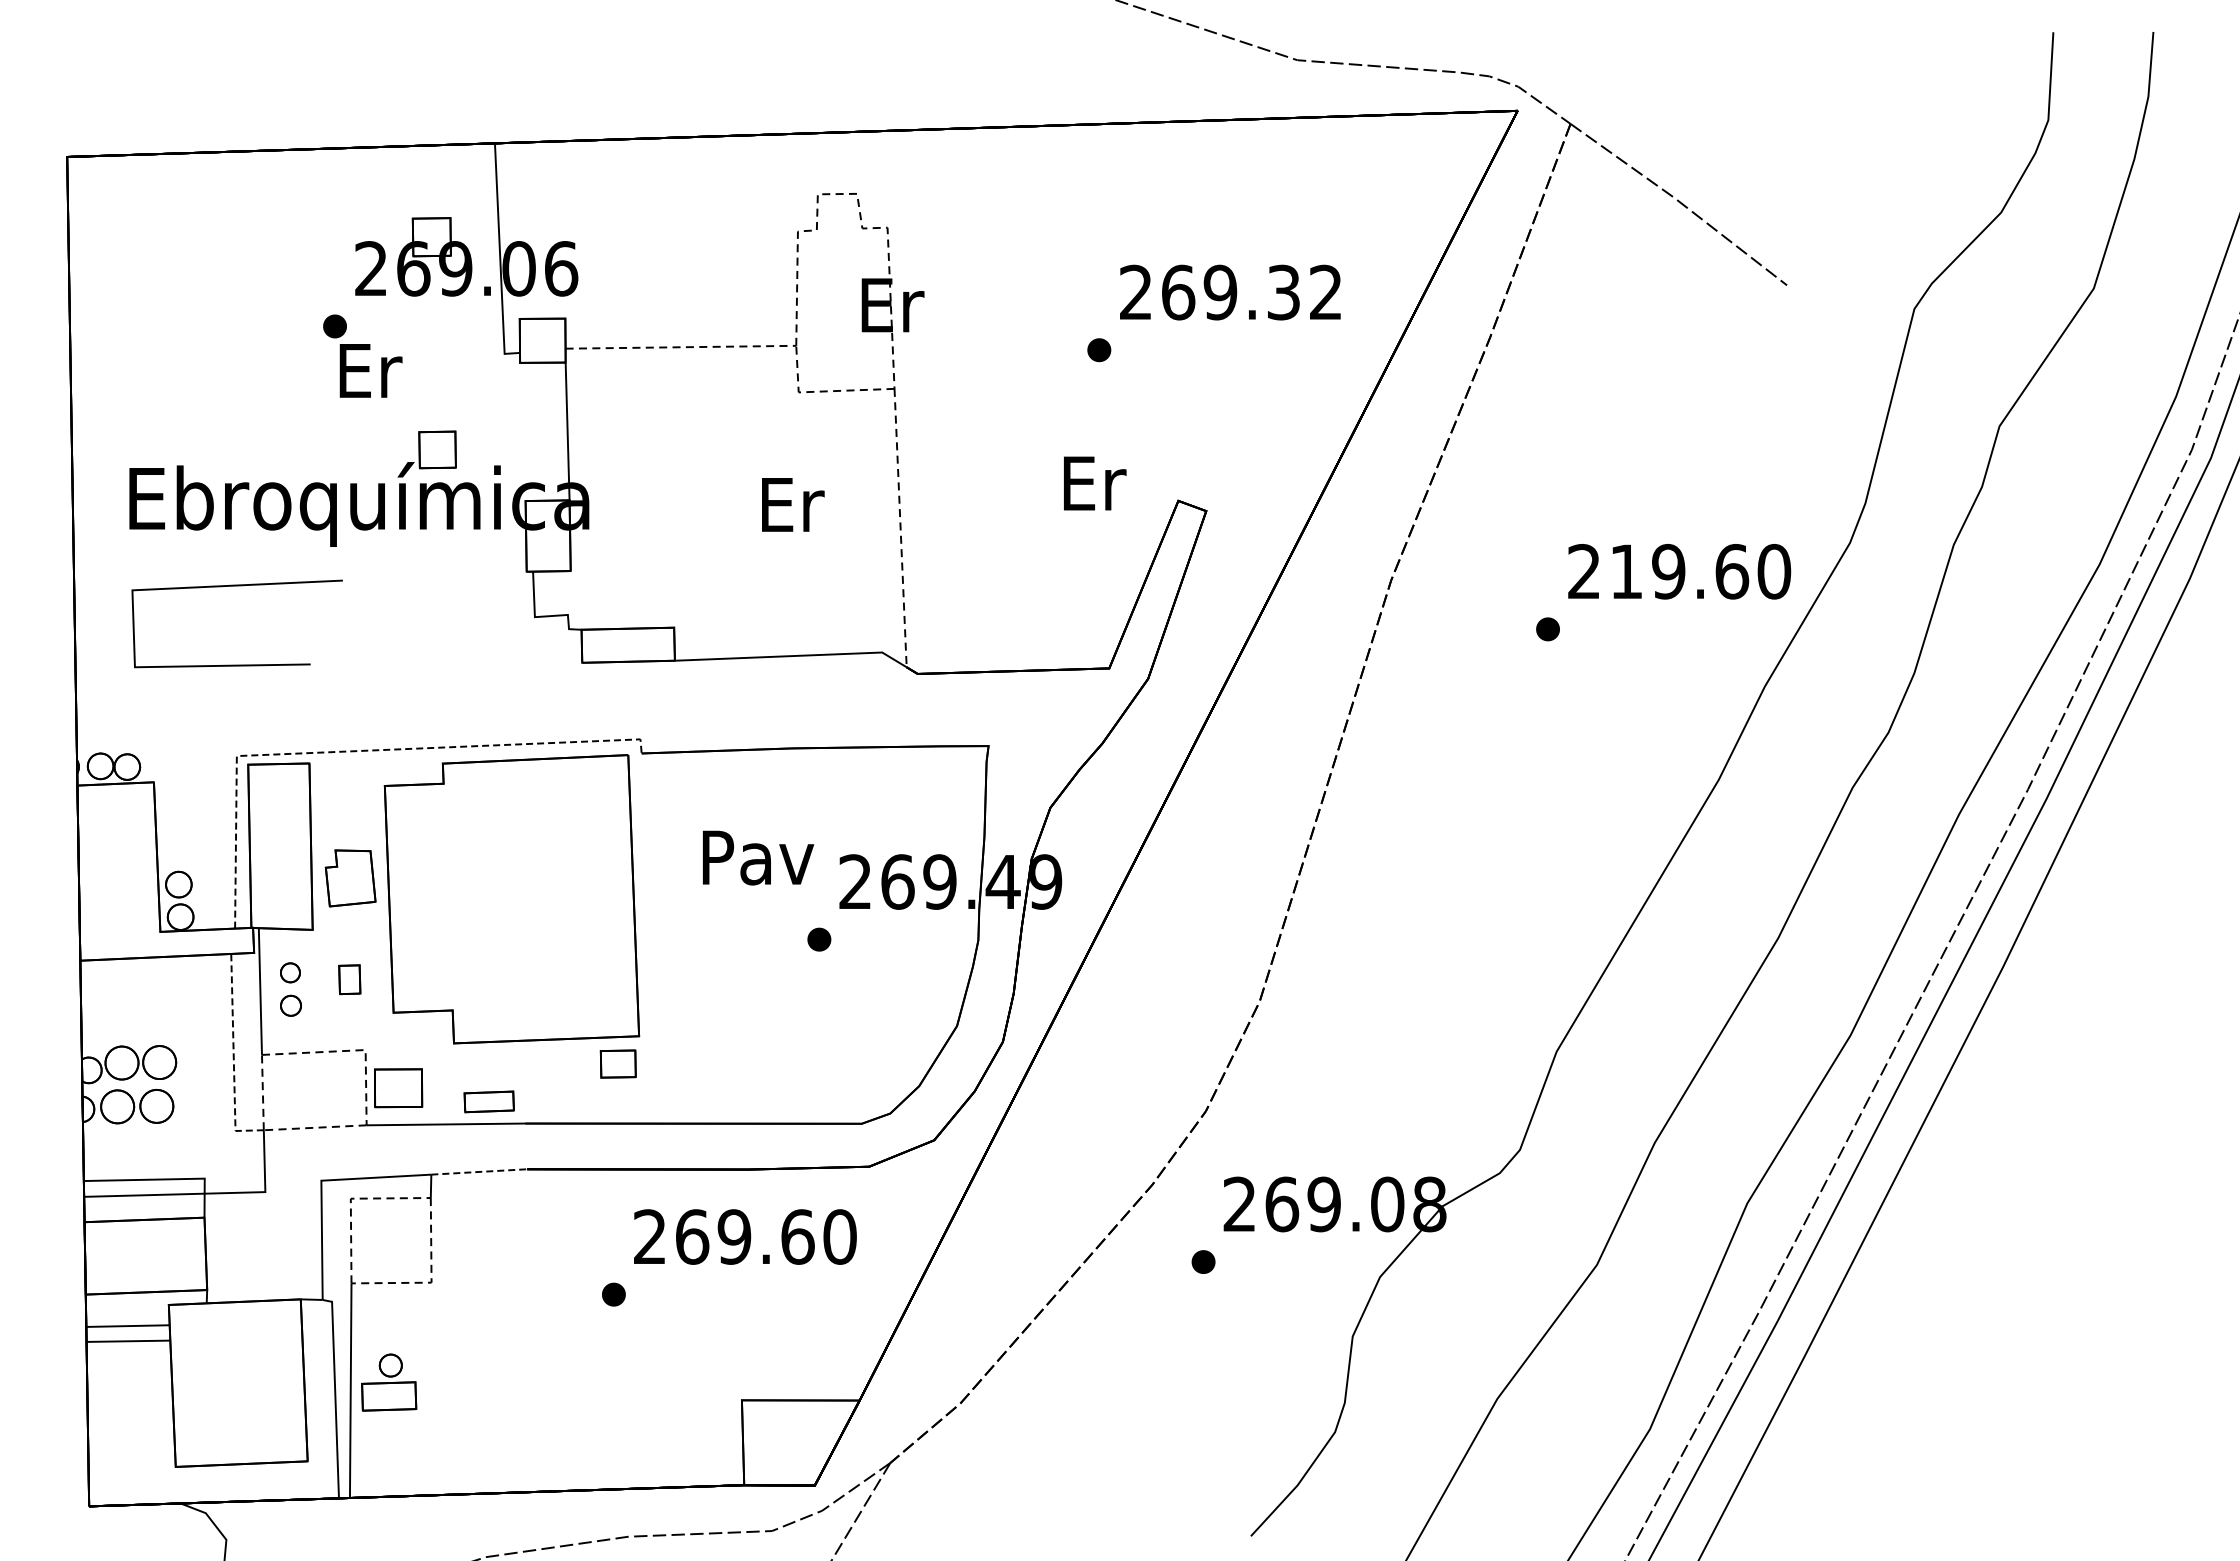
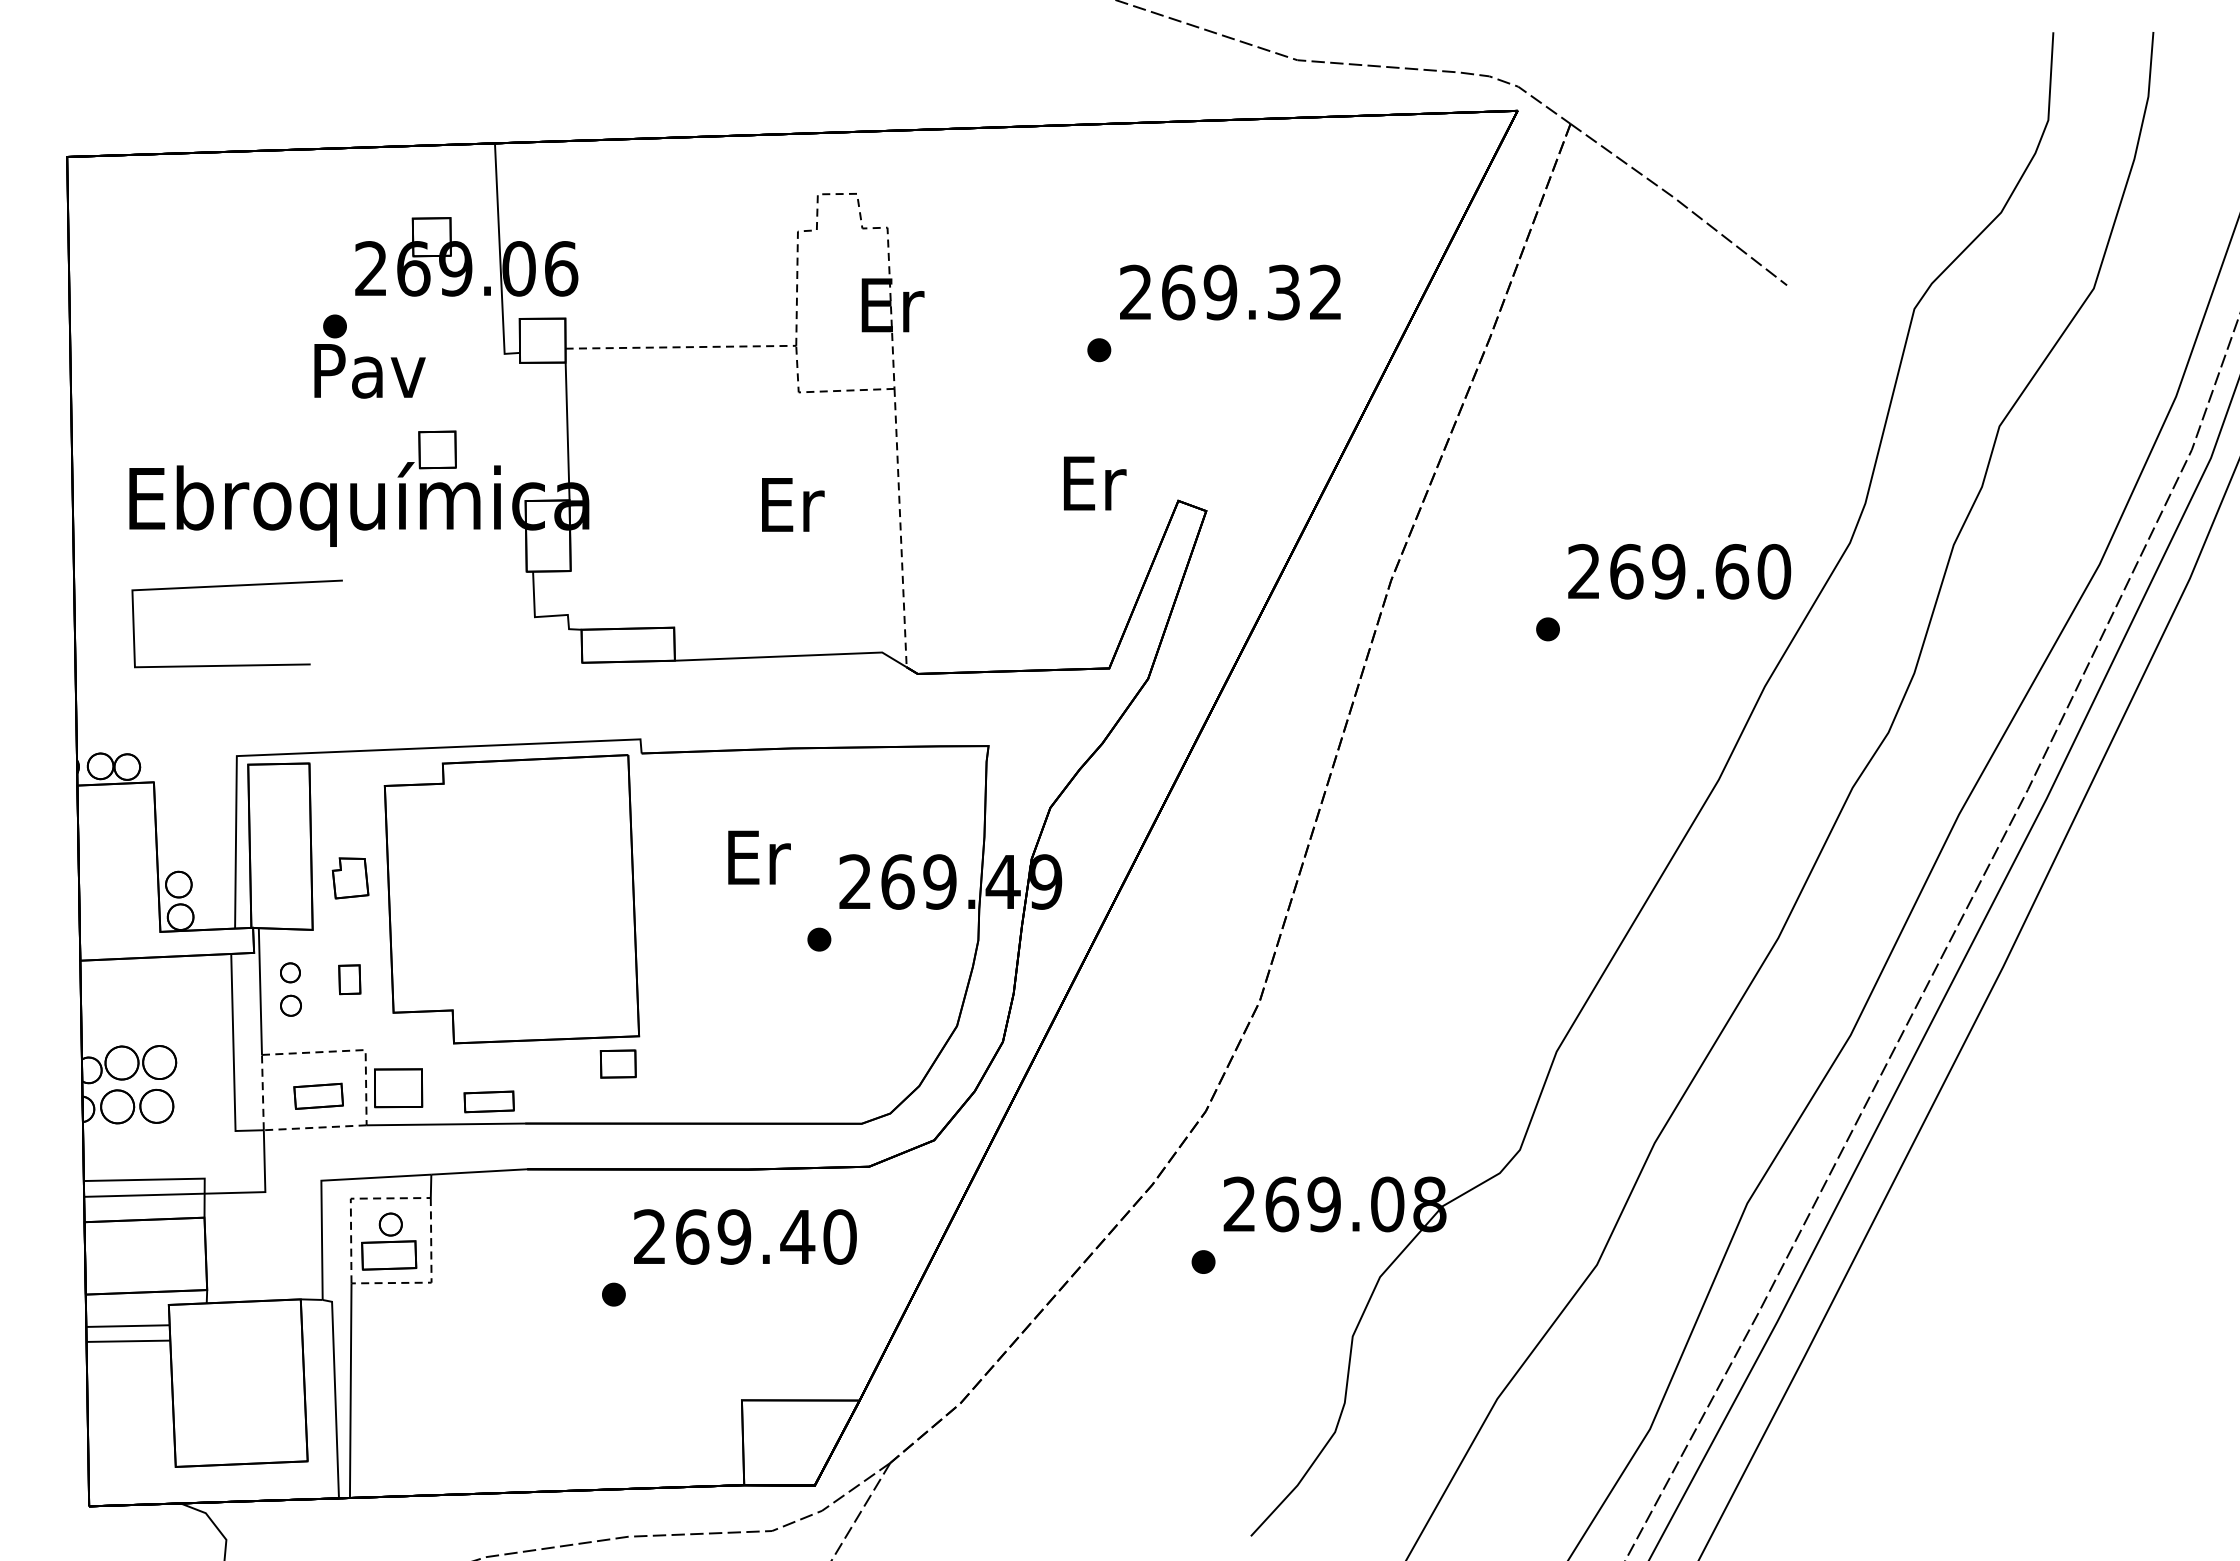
text at (369, 371): Er -> Pav
text at (1626, 571): 219.60 -> 269.60
line at (359, 751): dashed -> solid
text at (758, 857): Pav -> Er
part at (350, 878) size: 53x59 px -> 39x43 px
line at (233, 1057): dashed -> solid
part at (318, 1095): none -> present
line at (479, 1171): dashed -> solid
text at (797, 1236): 269.60 -> 269.40
part at (389, 1382) position: (389, 1382) -> (389, 1241)
